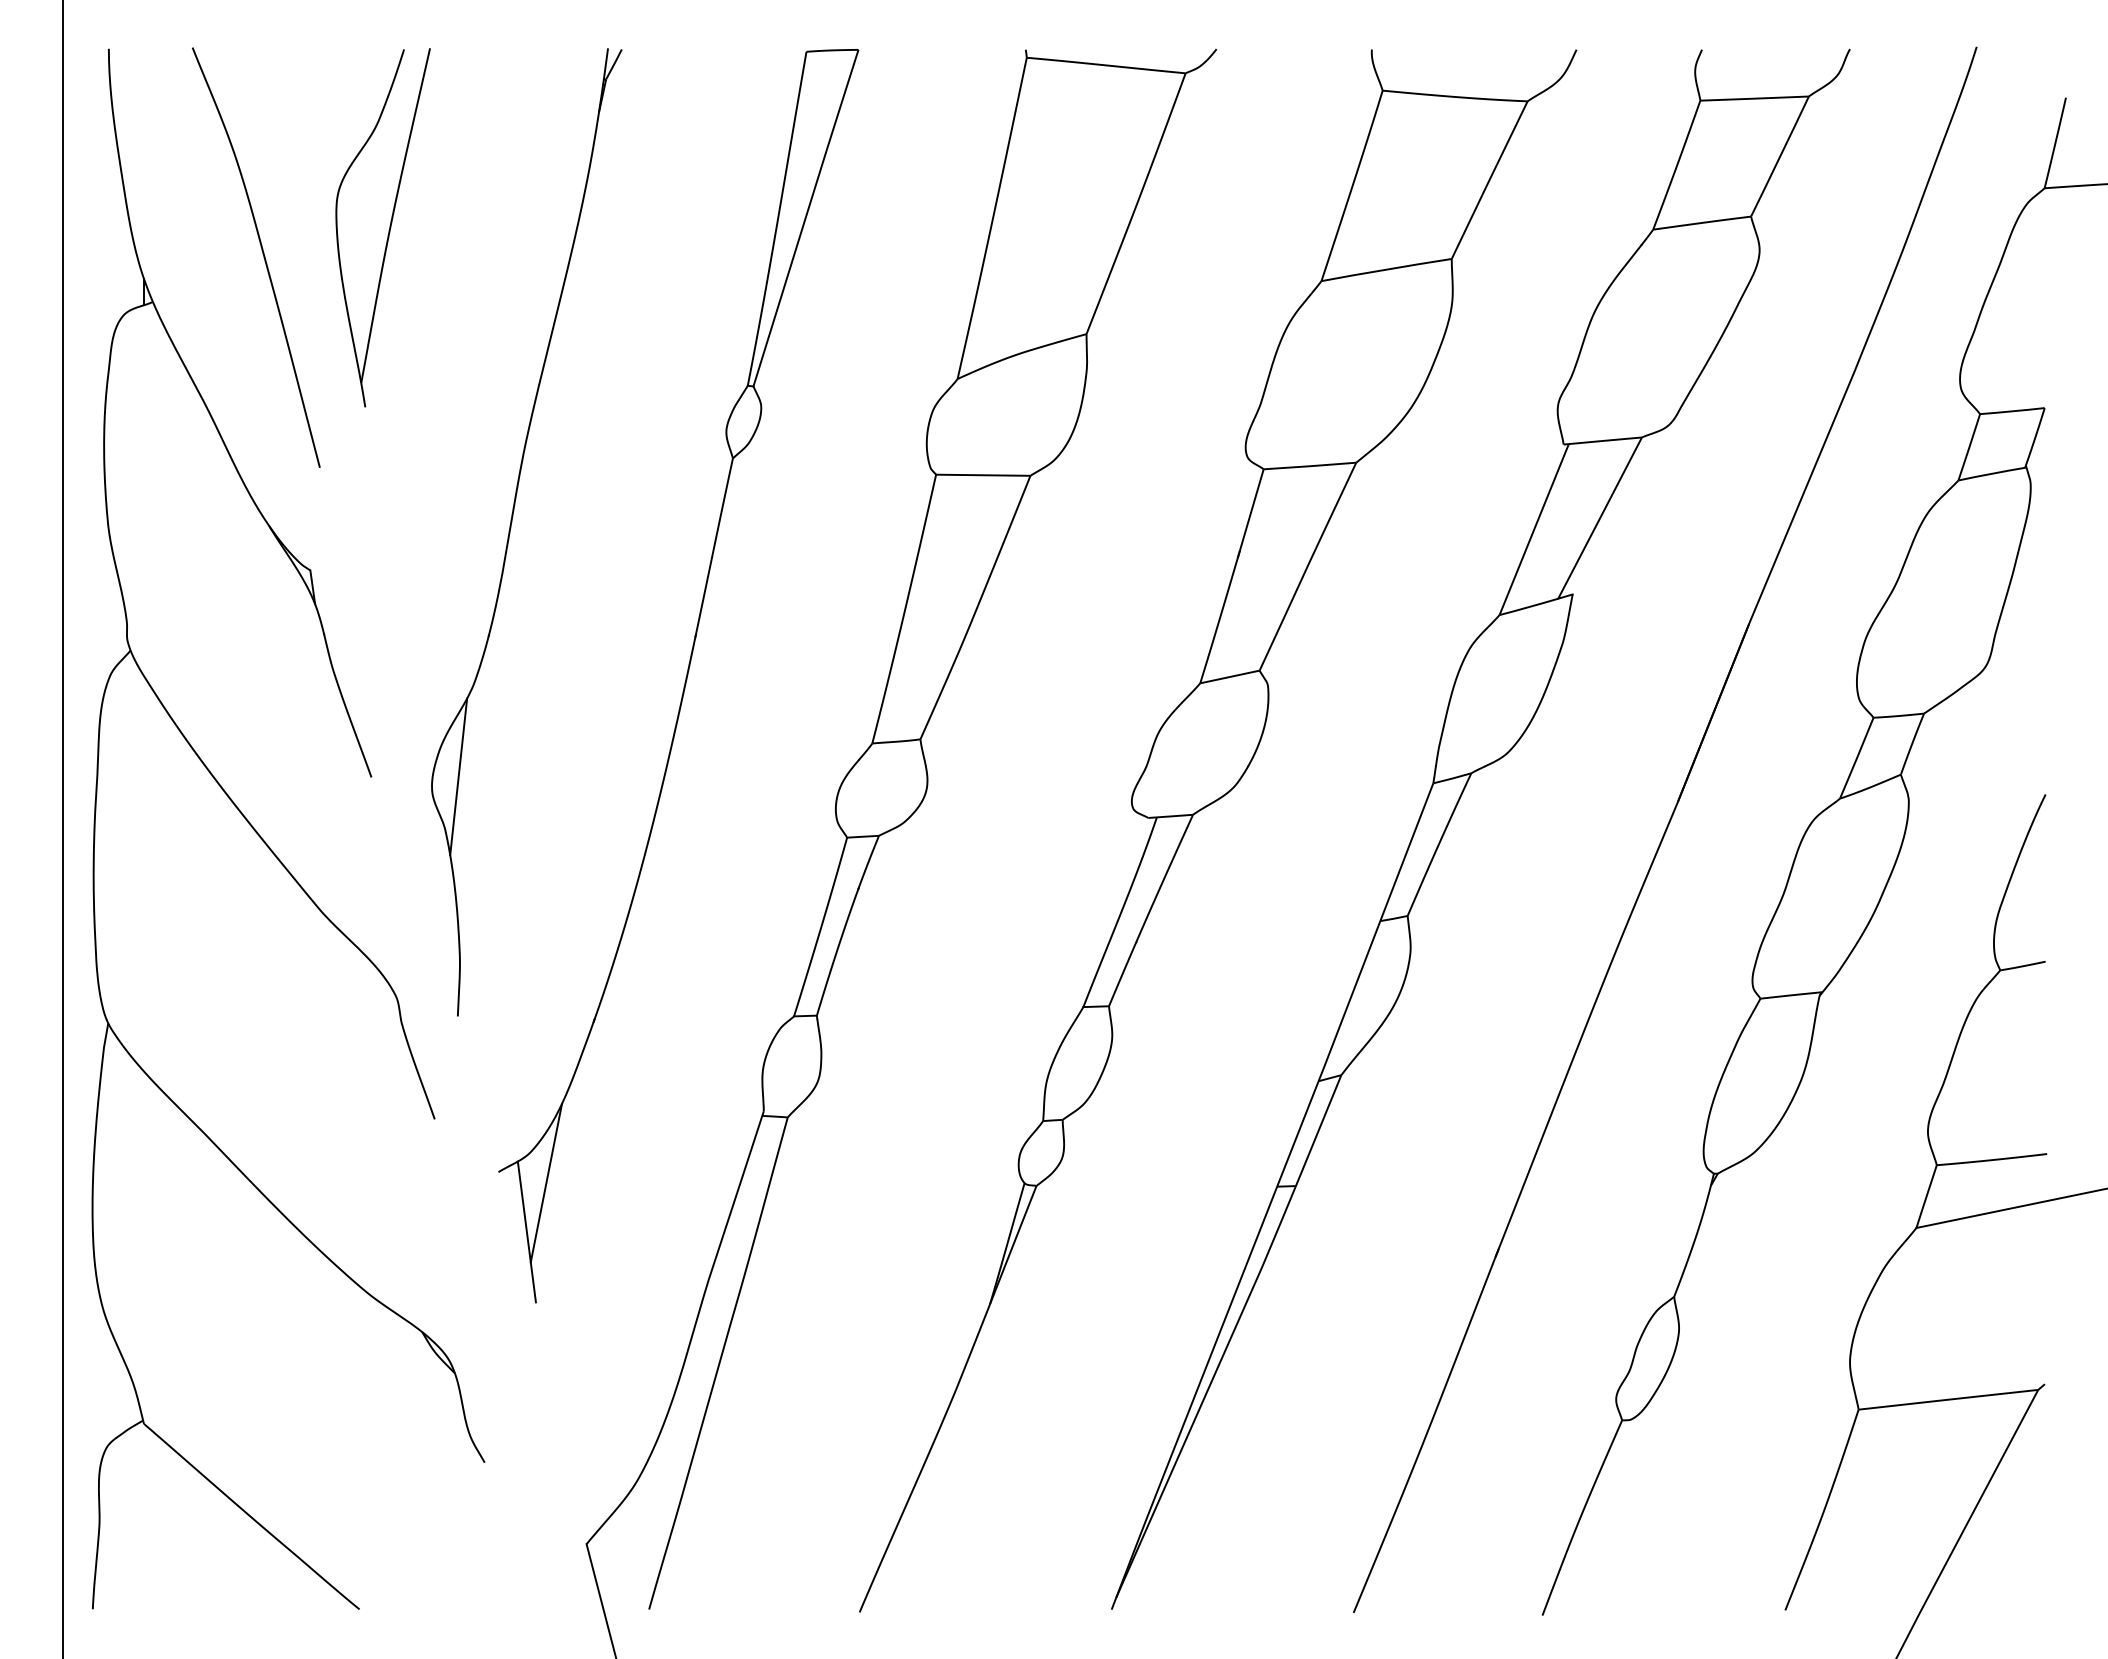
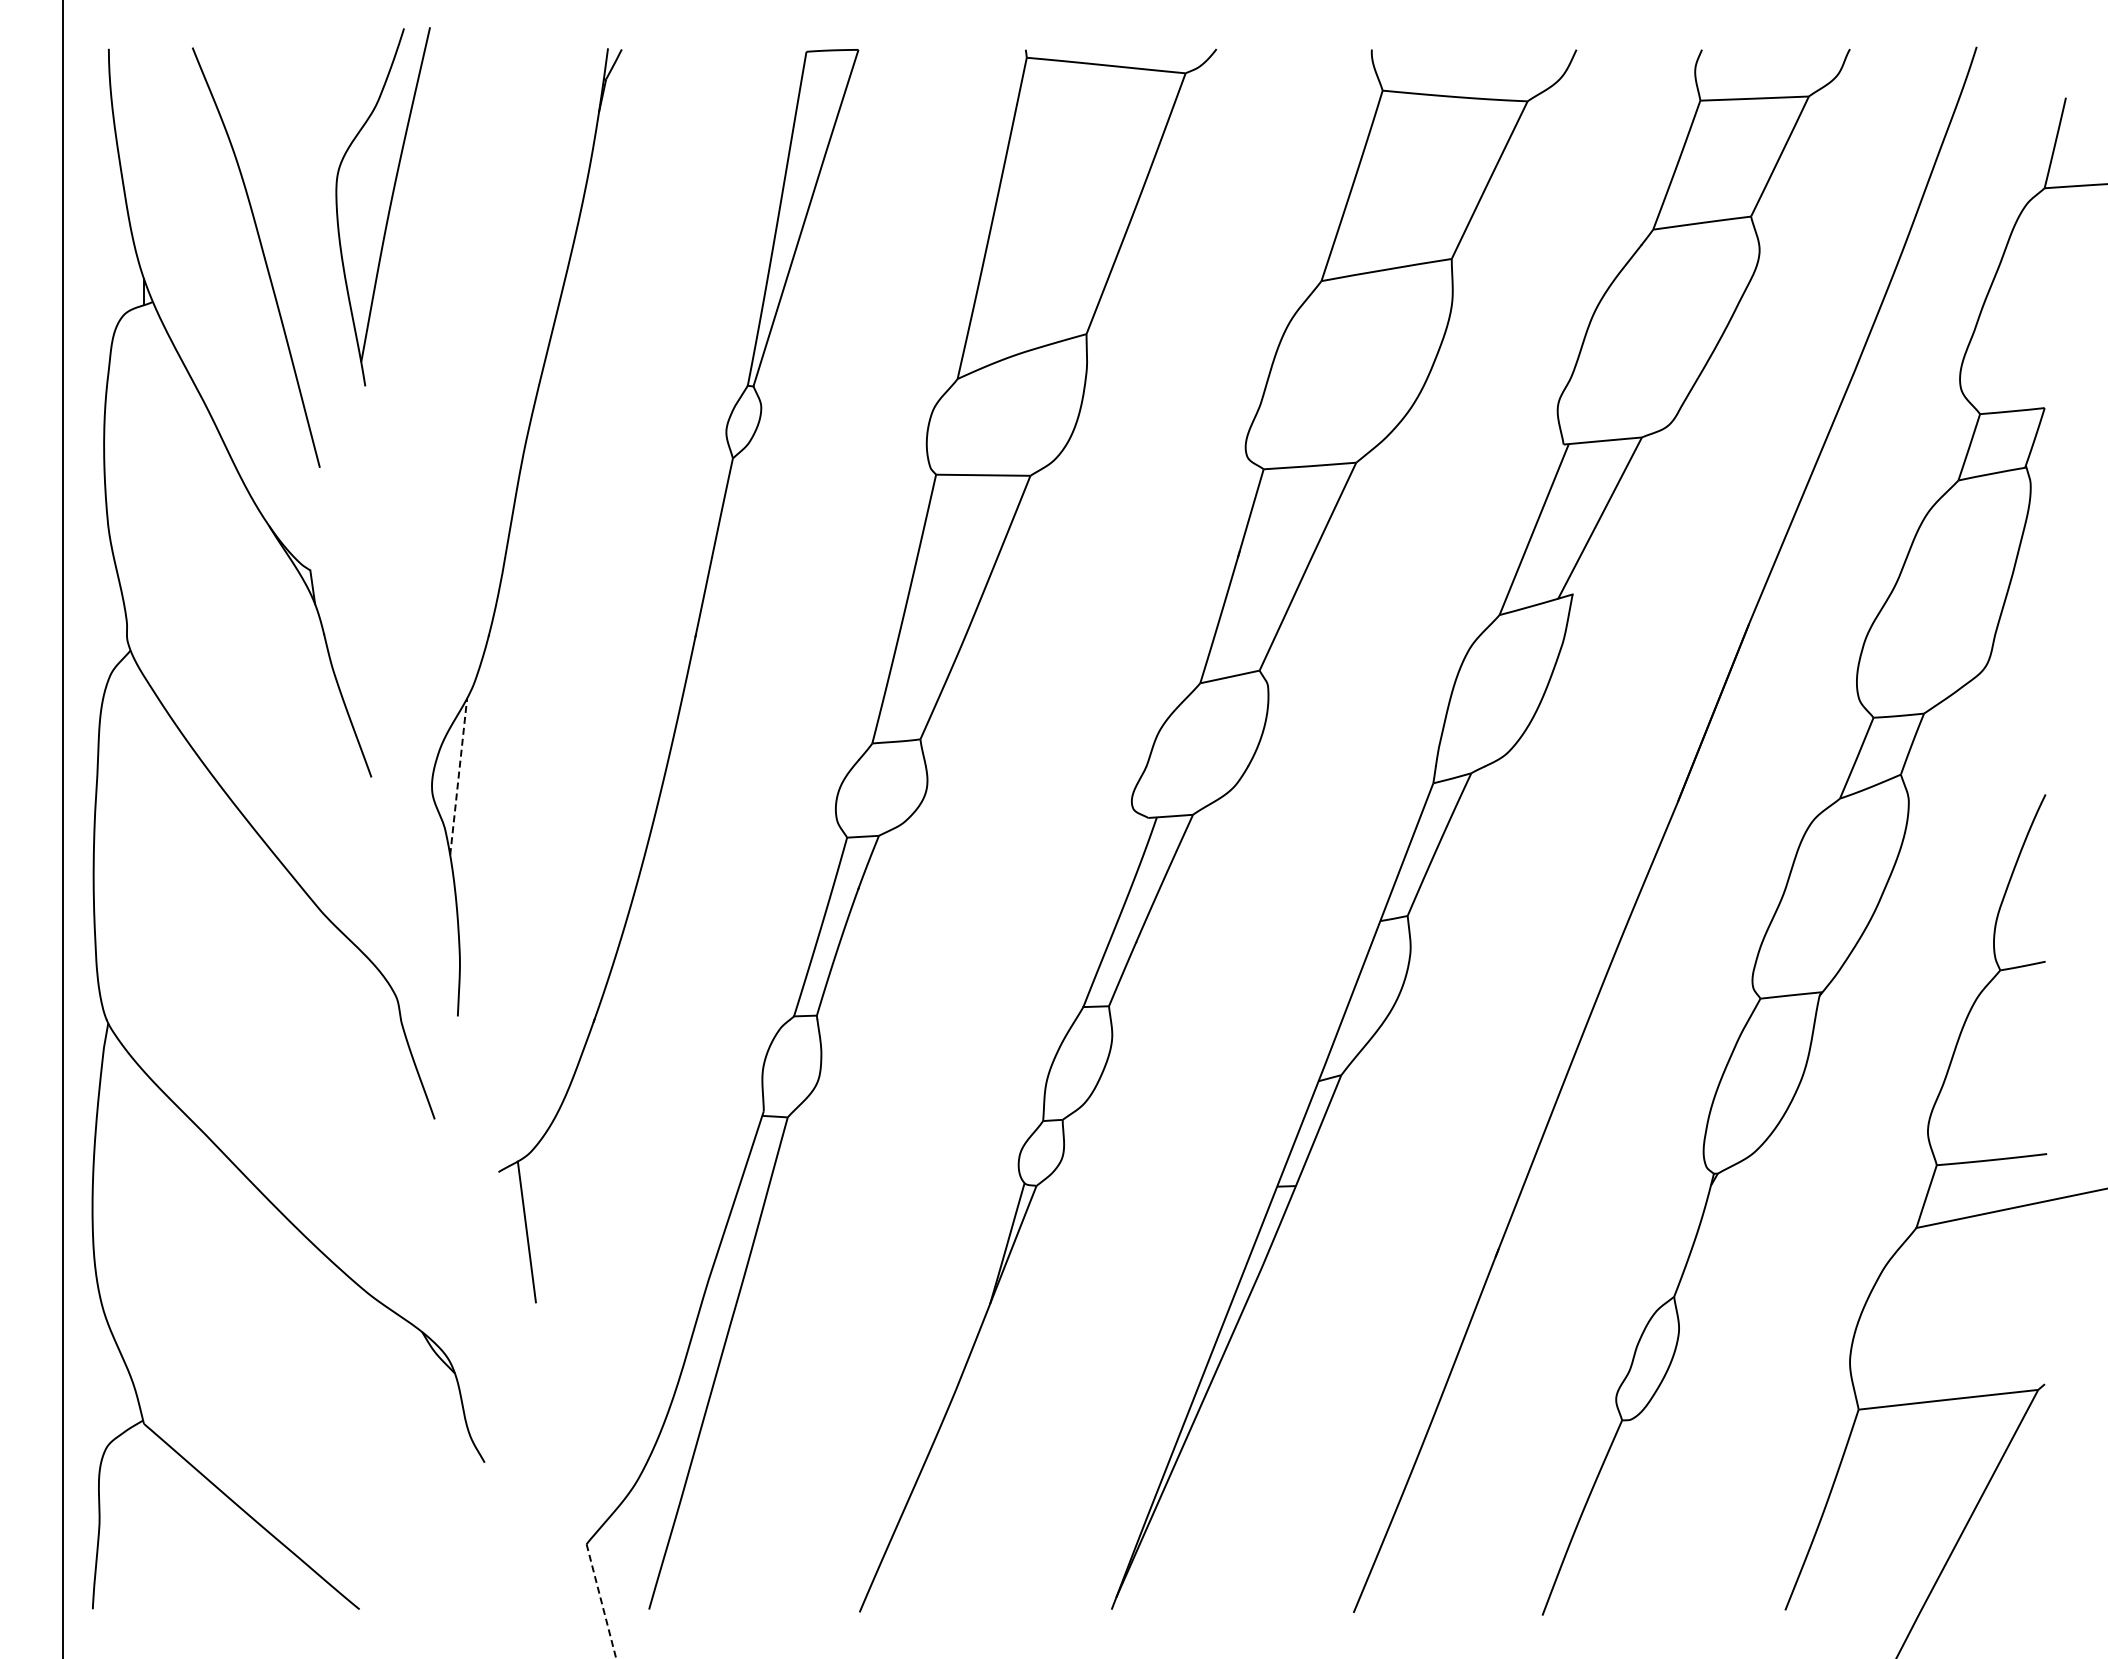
part at (388, 230) position: (388, 230) -> (388, 209)
line at (458, 776): solid -> dashed
line at (546, 1182): present -> none
line at (601, 1602): solid -> dashed
